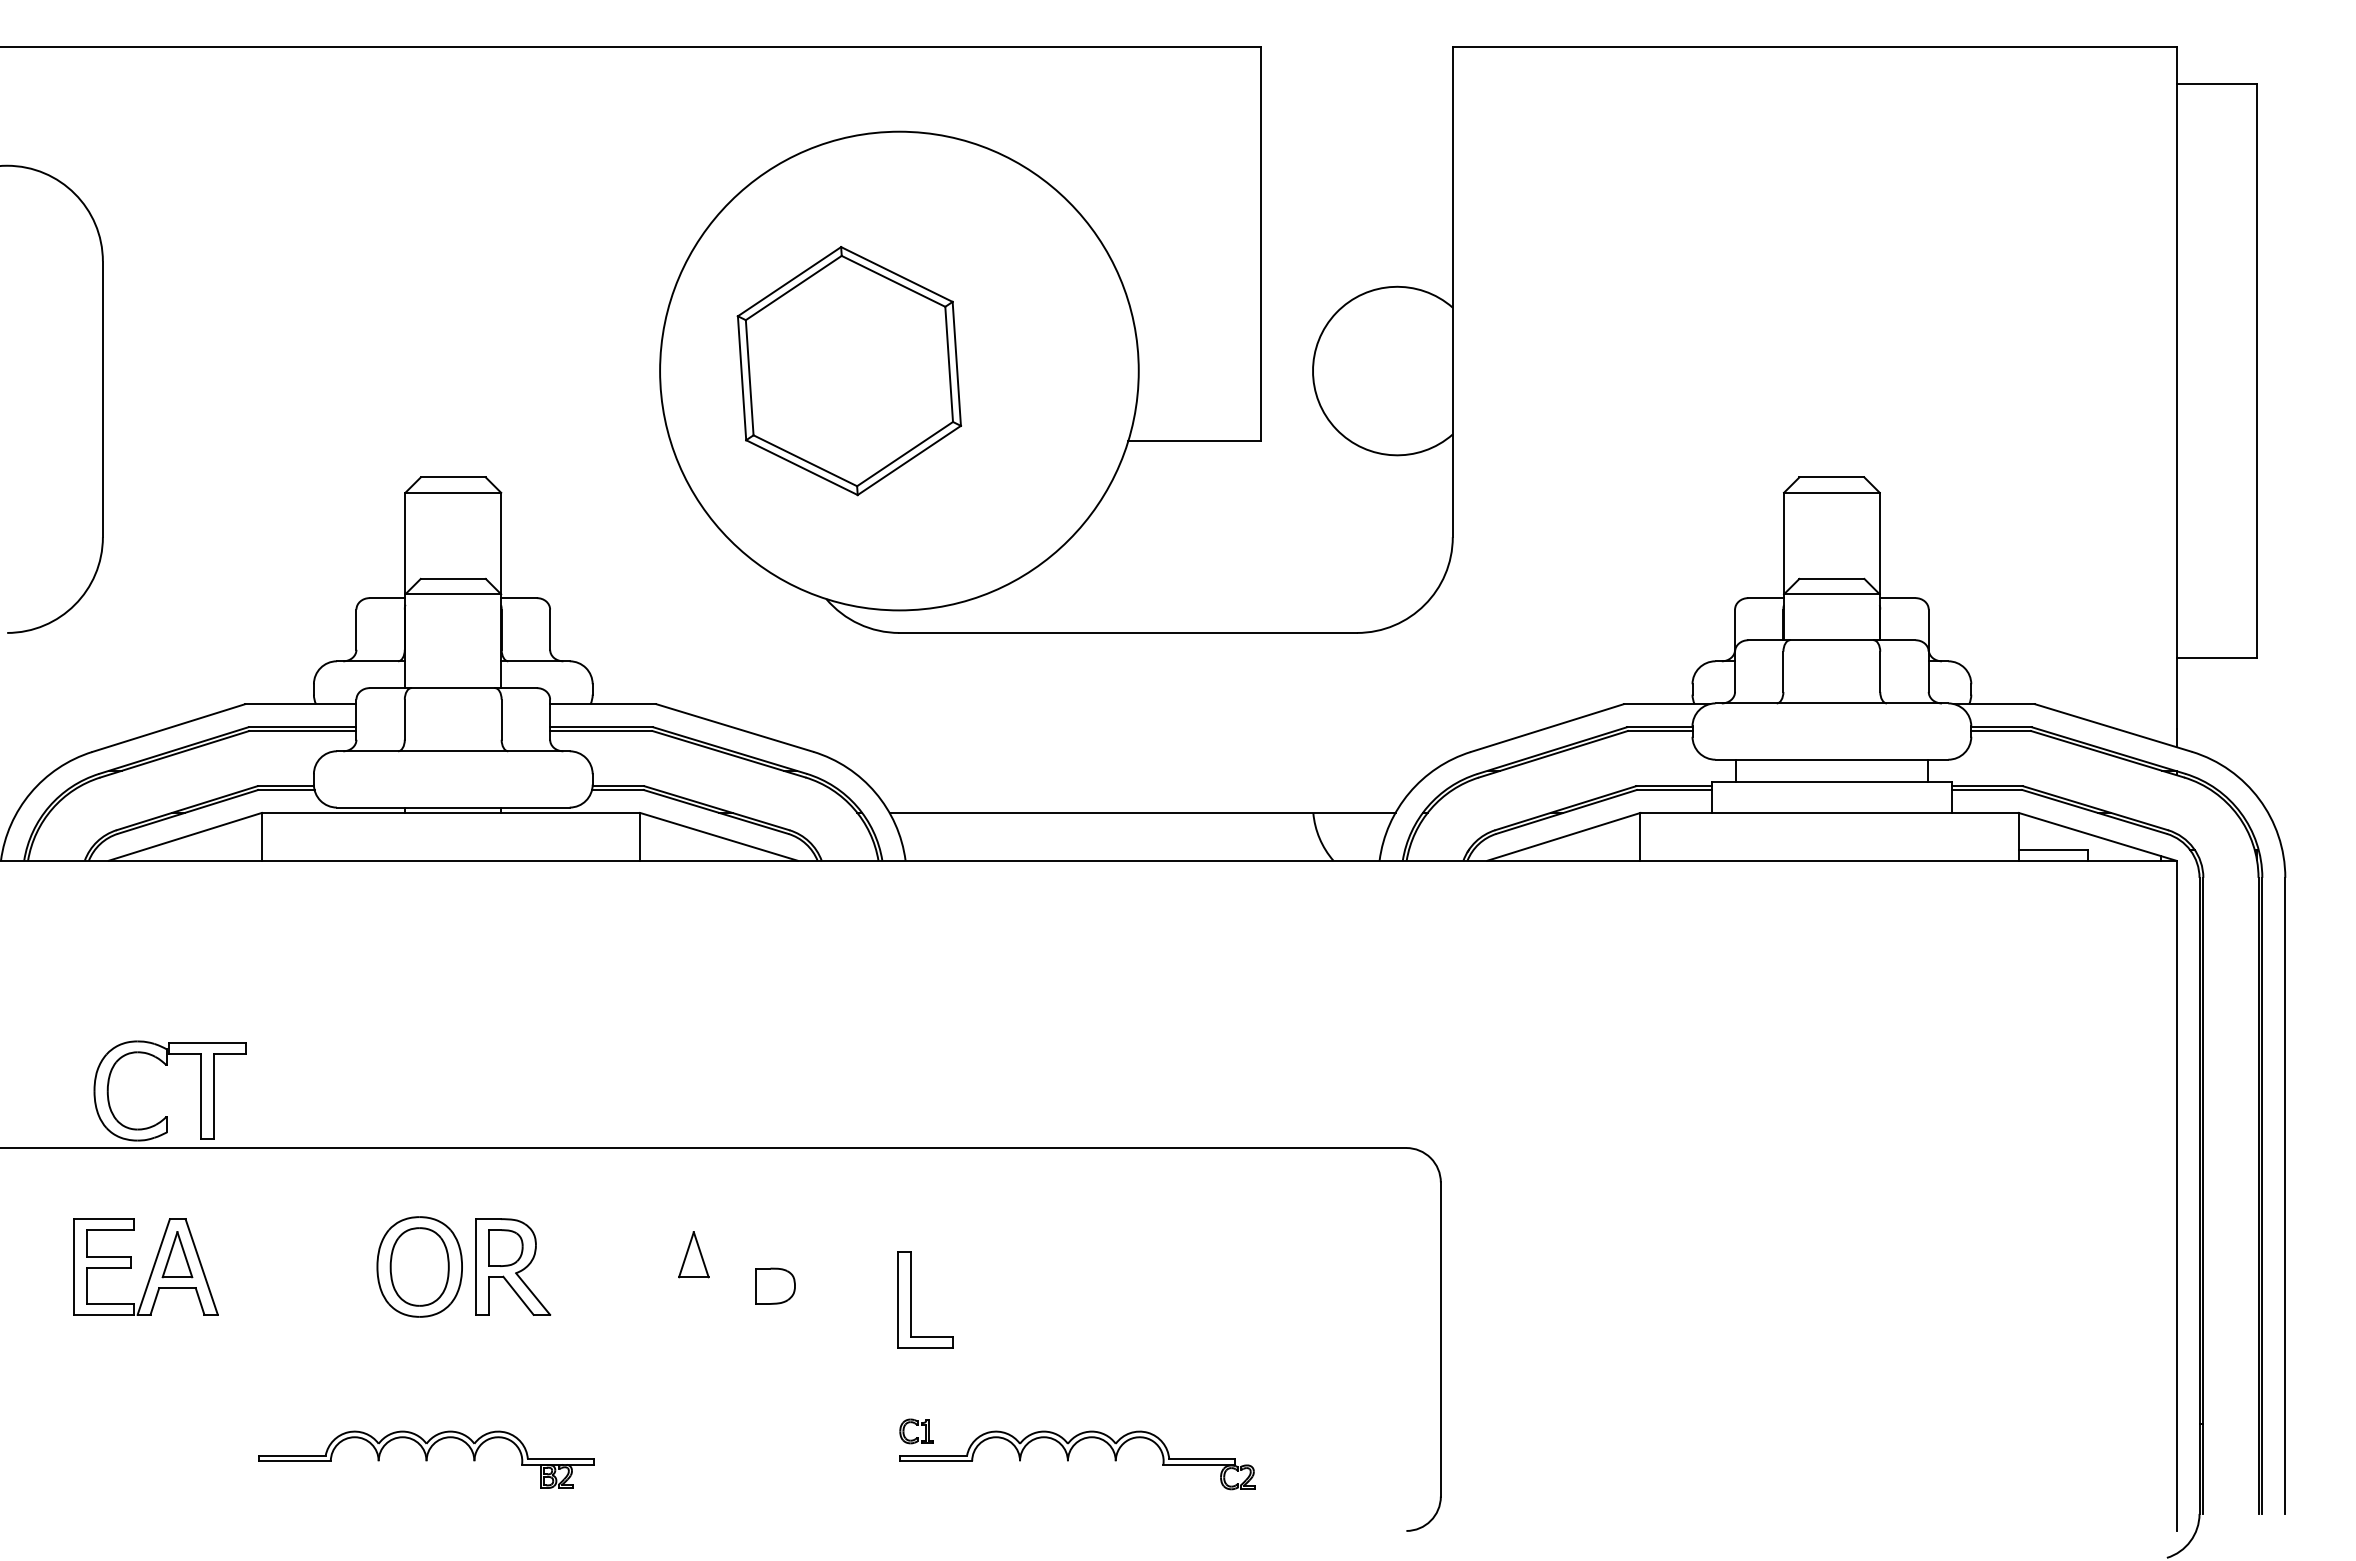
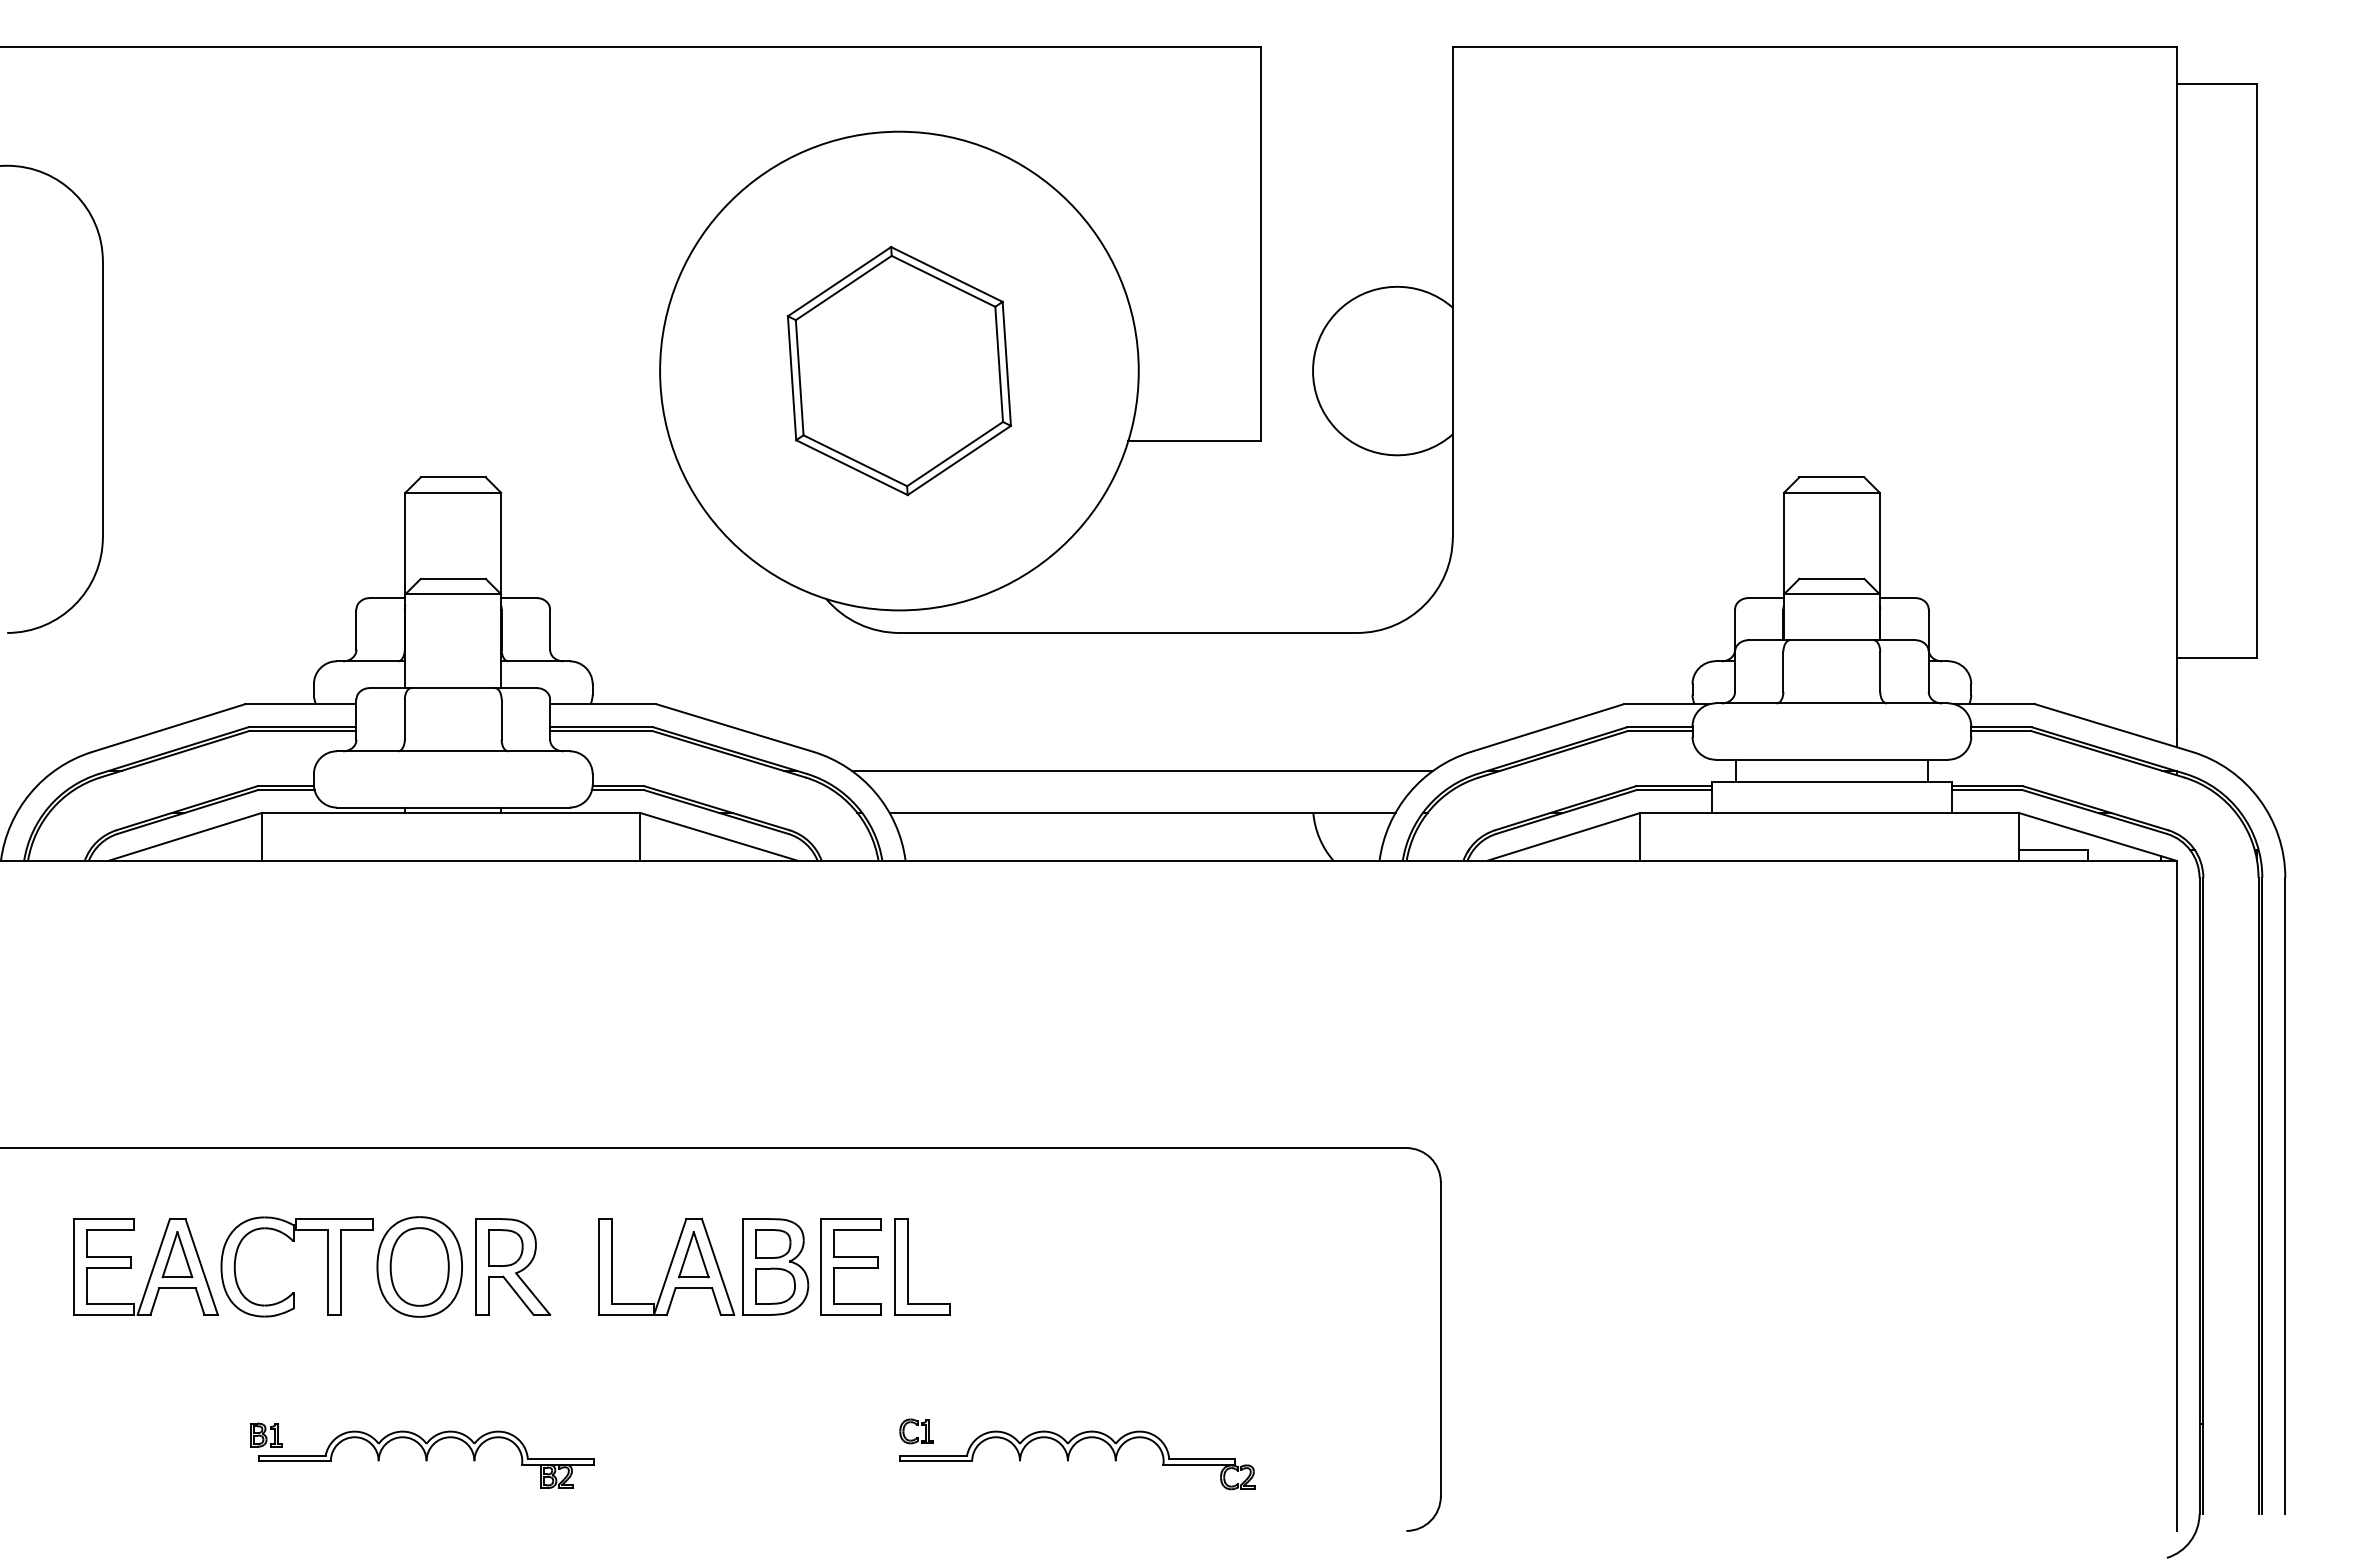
part at (848, 371) position: (848, 371) -> (898, 371)
line at (1142, 770): none -> present
part at (167, 1065) position: (167, 1065) -> (294, 1241)
part at (703, 1266): none -> present
part at (850, 1266): none -> present
part at (911, 1299) position: (911, 1299) -> (908, 1266)
part at (266, 1434): none -> present
